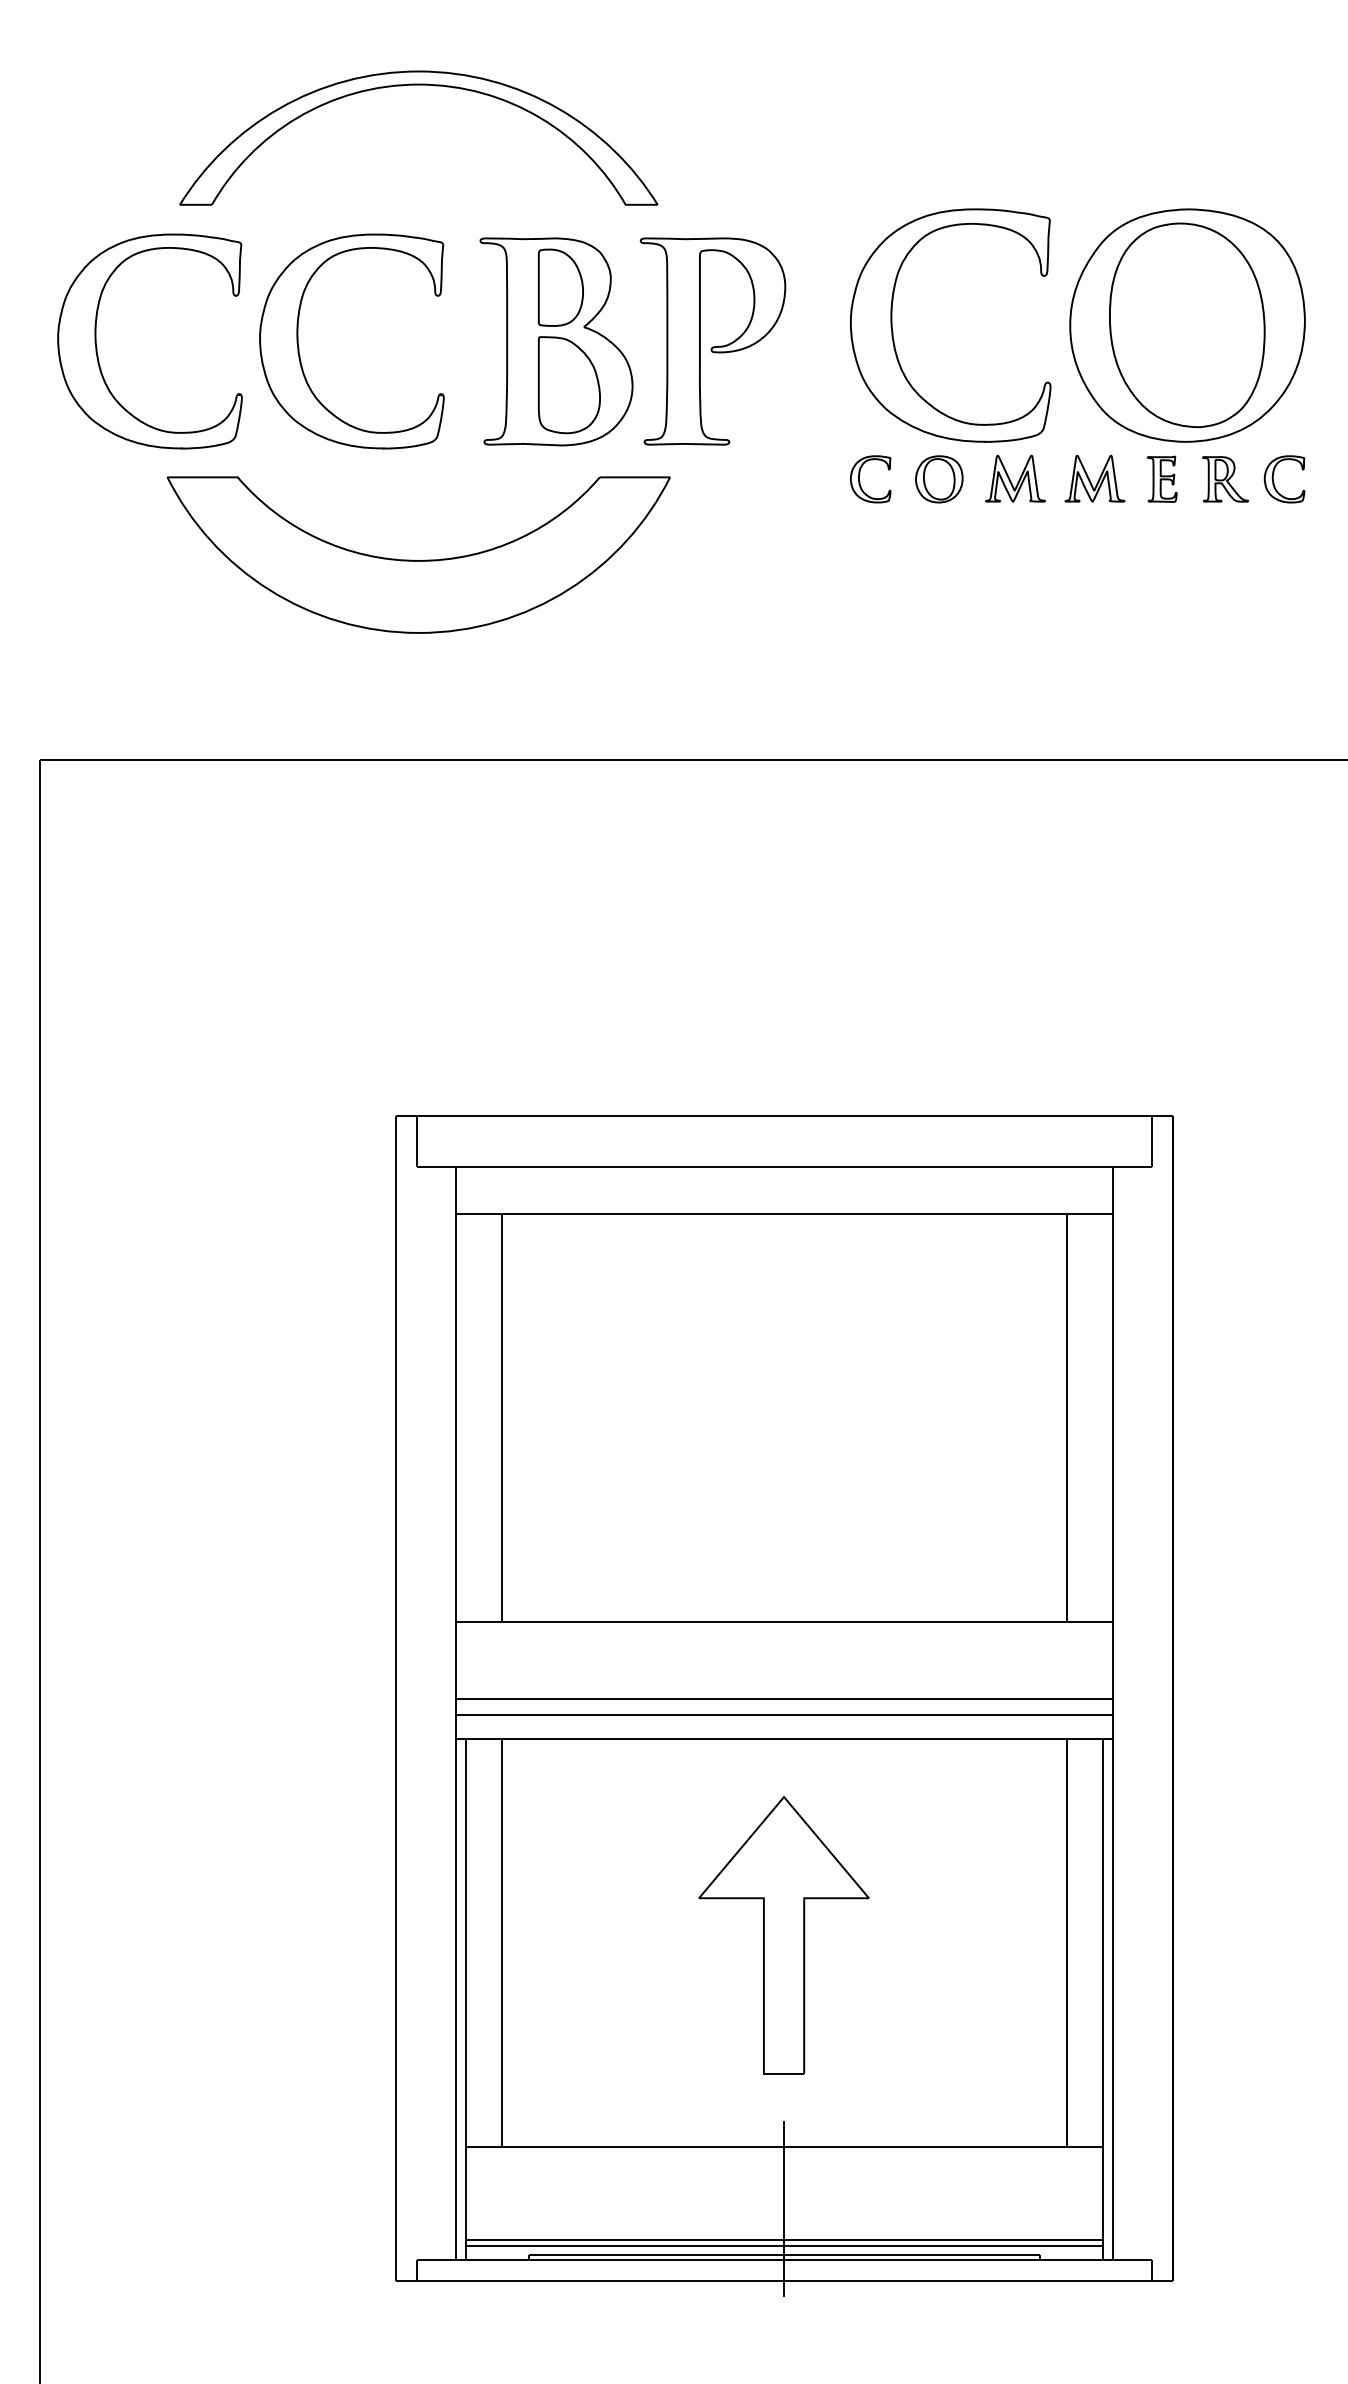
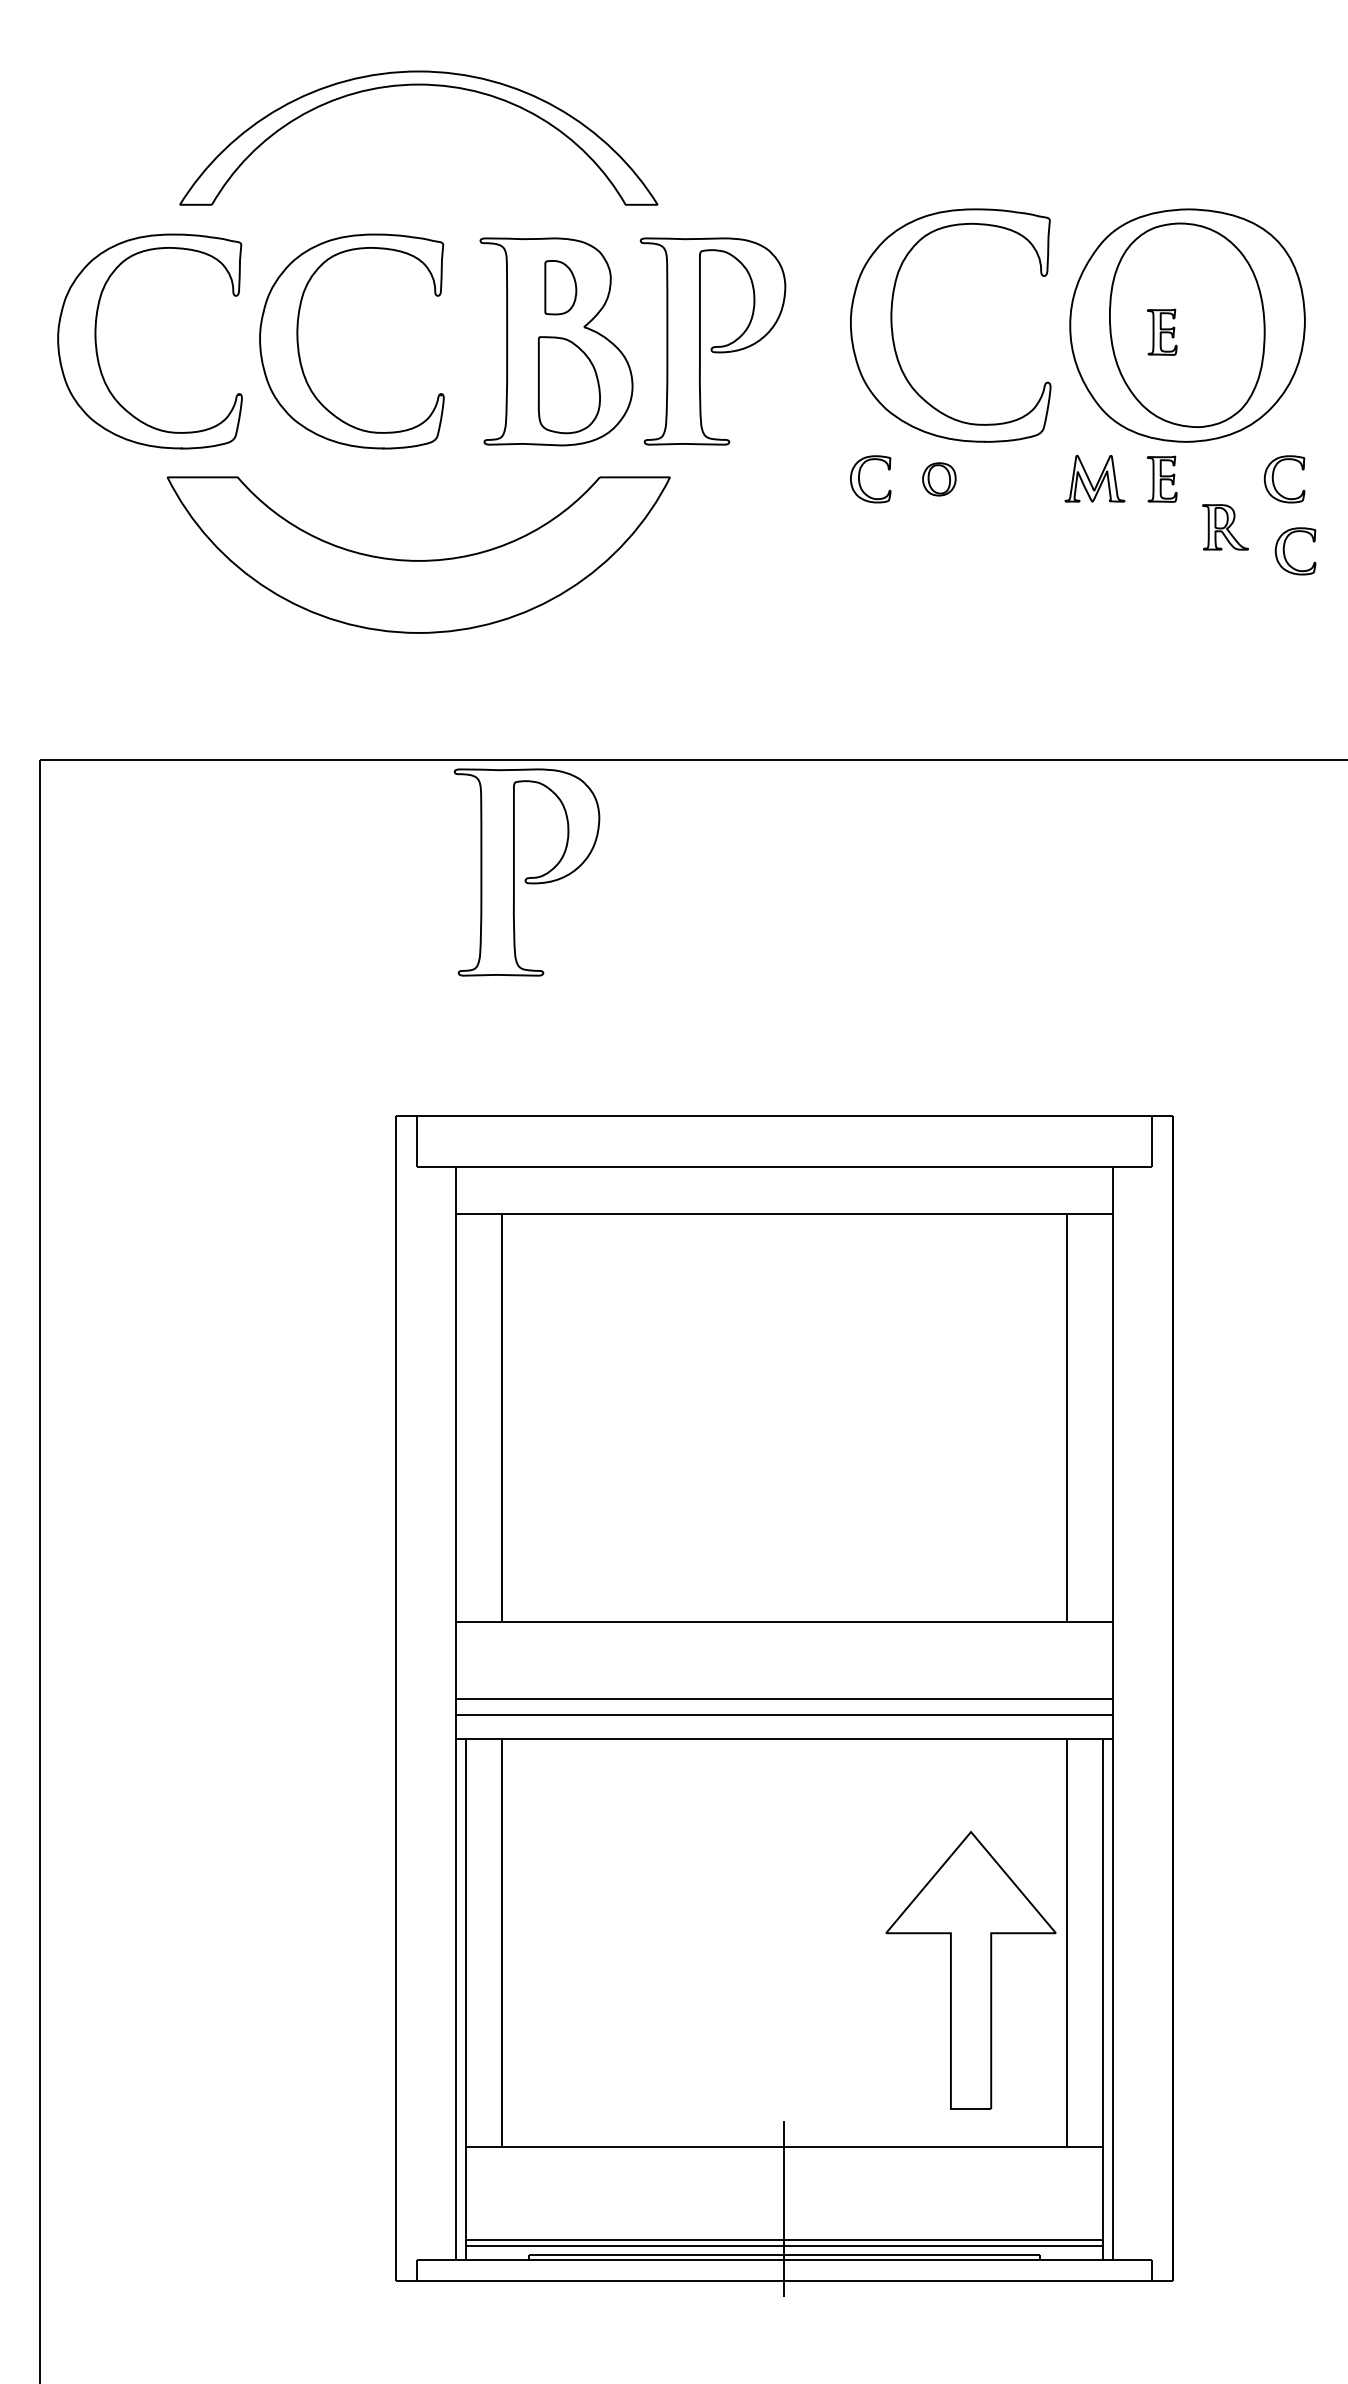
part at (560, 287) size: 47x79 px -> 34x56 px
part at (1161, 331): none -> present
part at (1015, 478): present -> none
part at (939, 479) size: 49x49 px -> 35x35 px
part at (1225, 479) position: (1225, 479) -> (1225, 527)
part at (1285, 554): none -> present
part at (526, 872): none -> present
part at (783, 1935) position: (783, 1935) -> (970, 1970)
